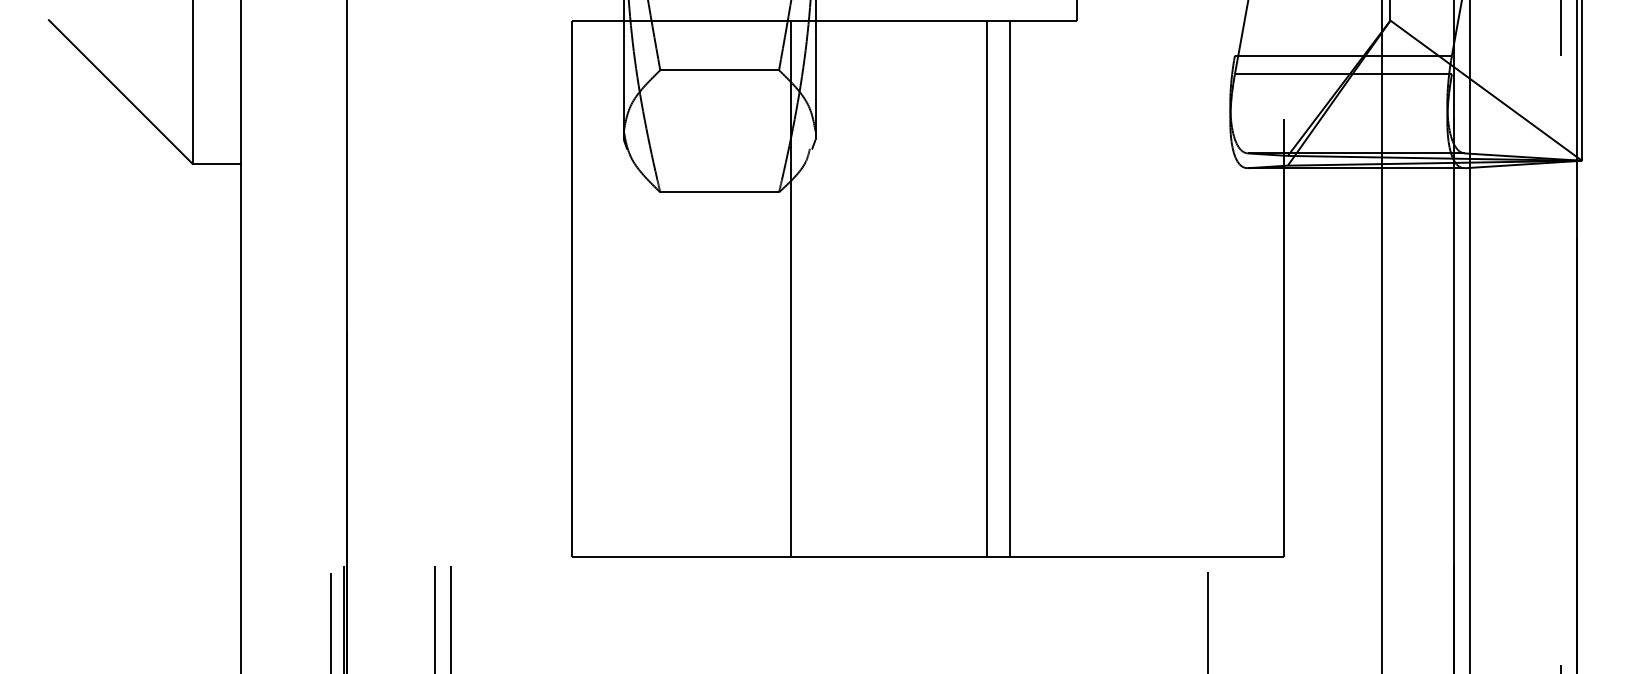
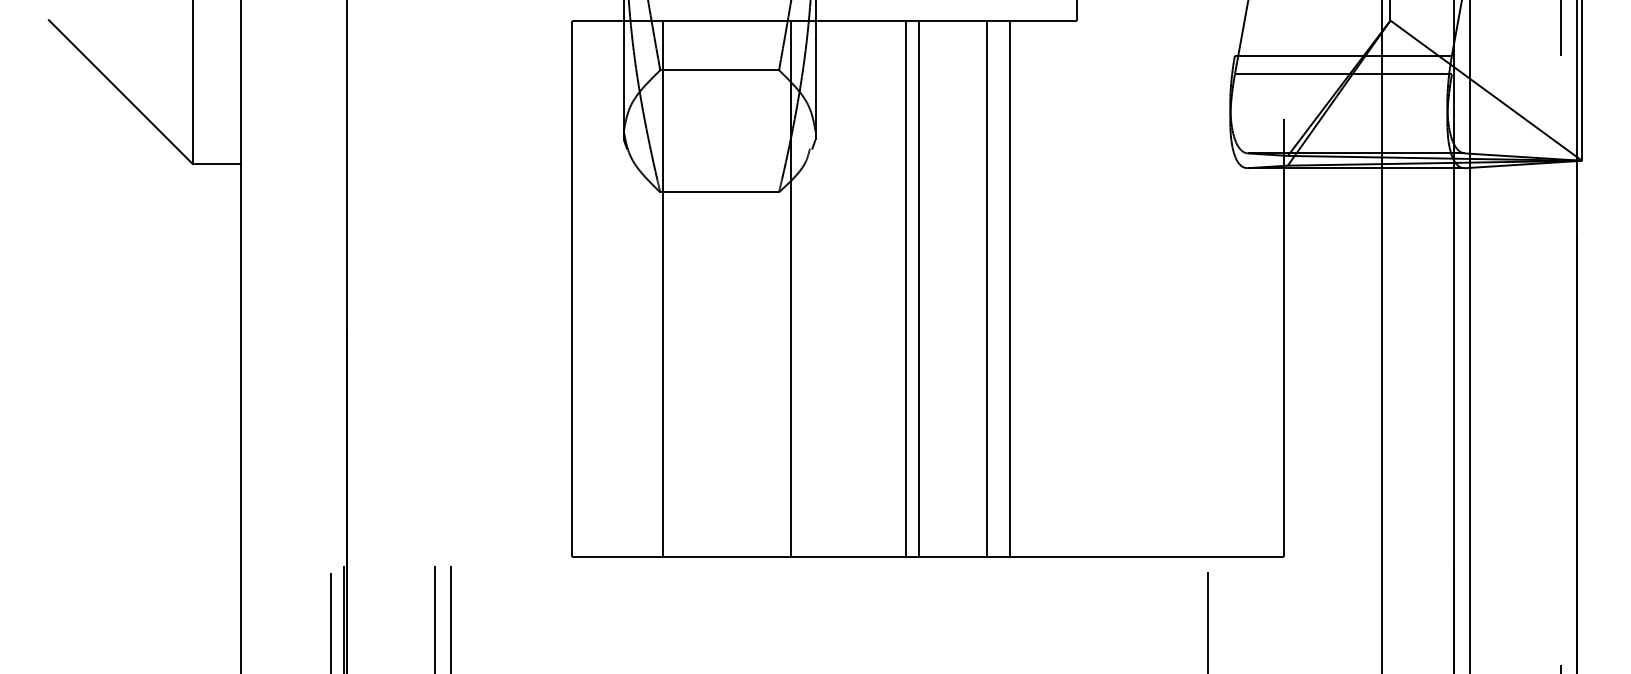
line at (663, 288): none -> present
line at (906, 288): none -> present
line at (919, 288): none -> present
